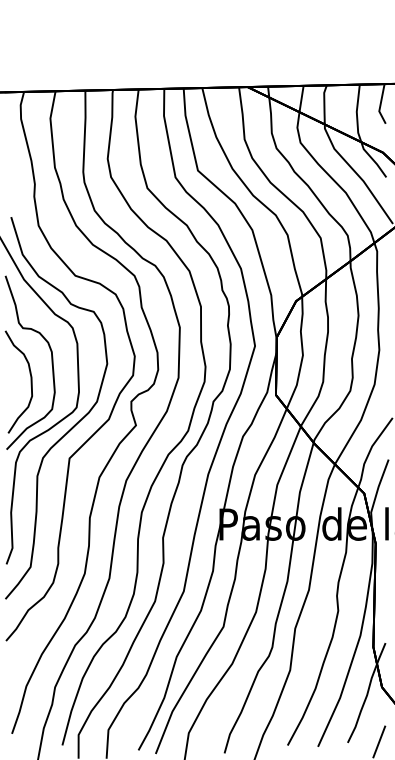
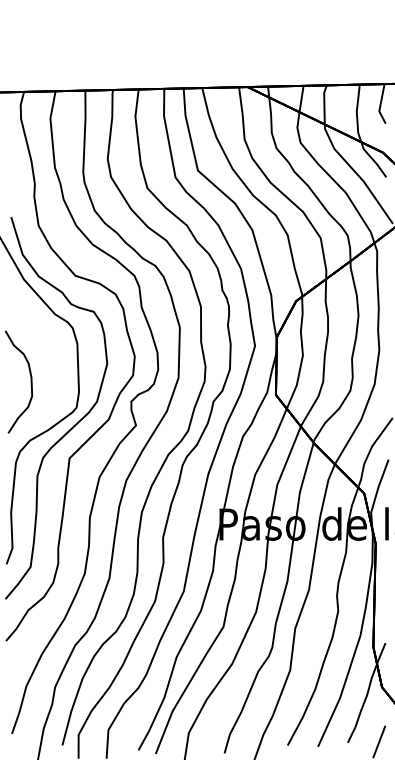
curve at (51, 362): present -> none
